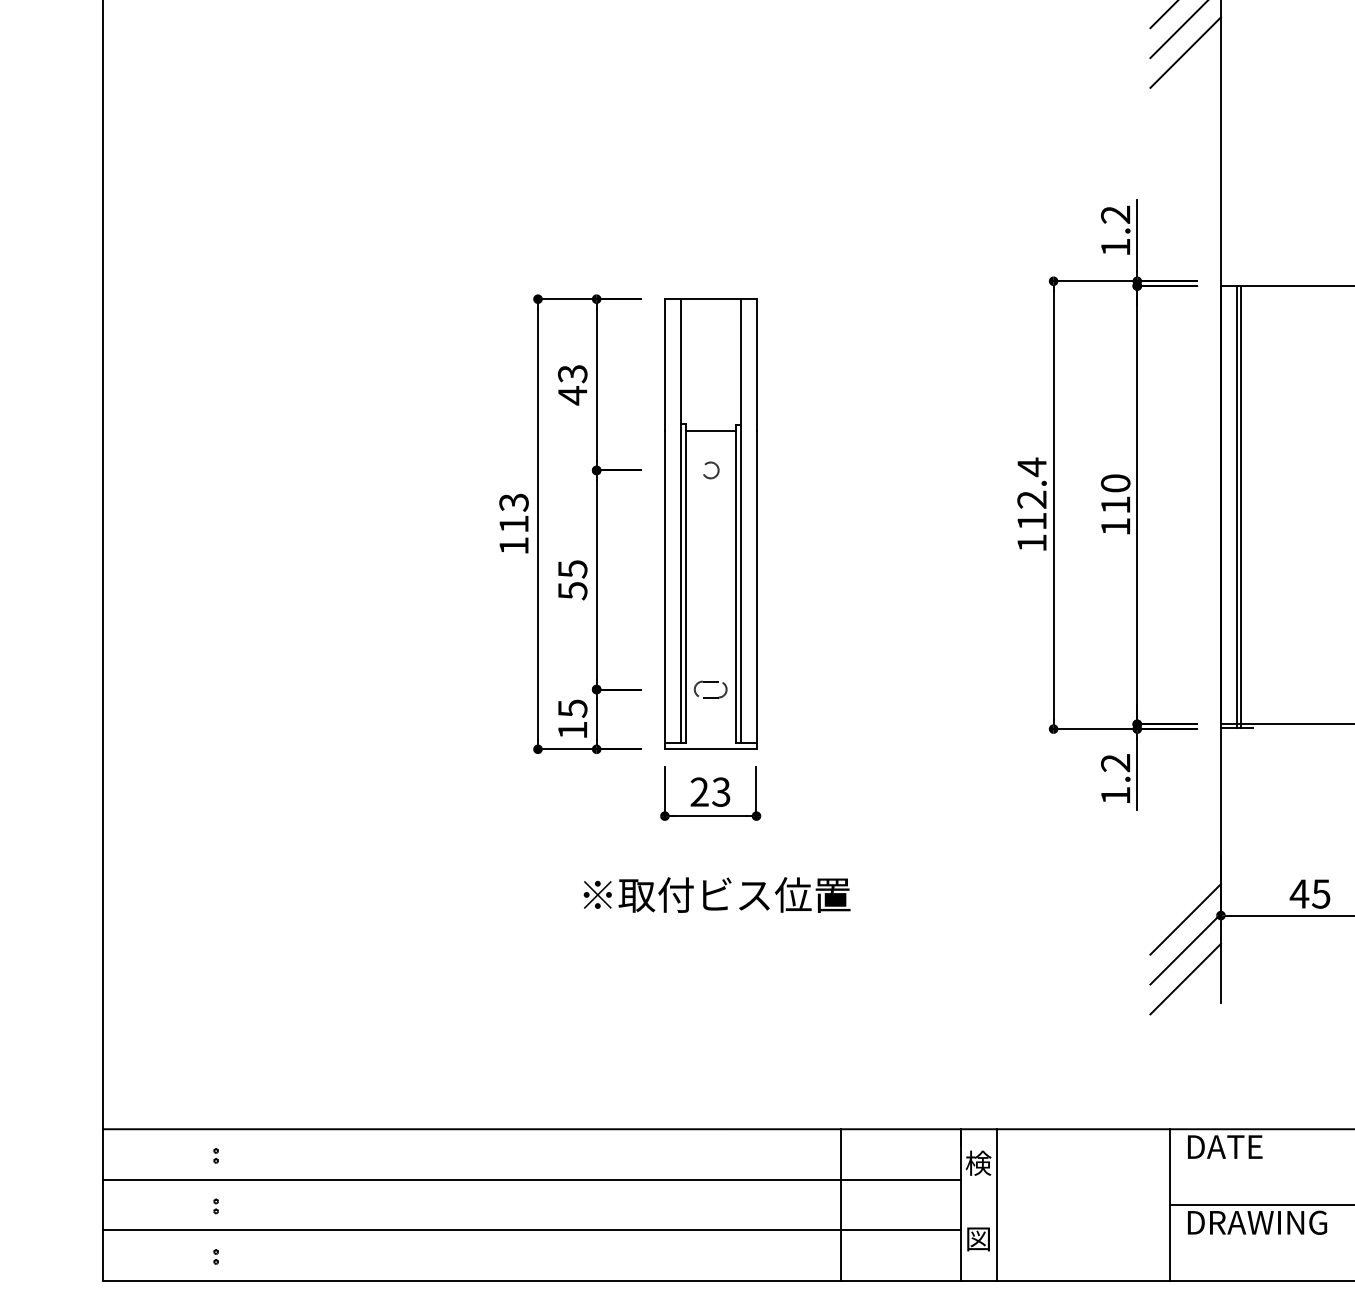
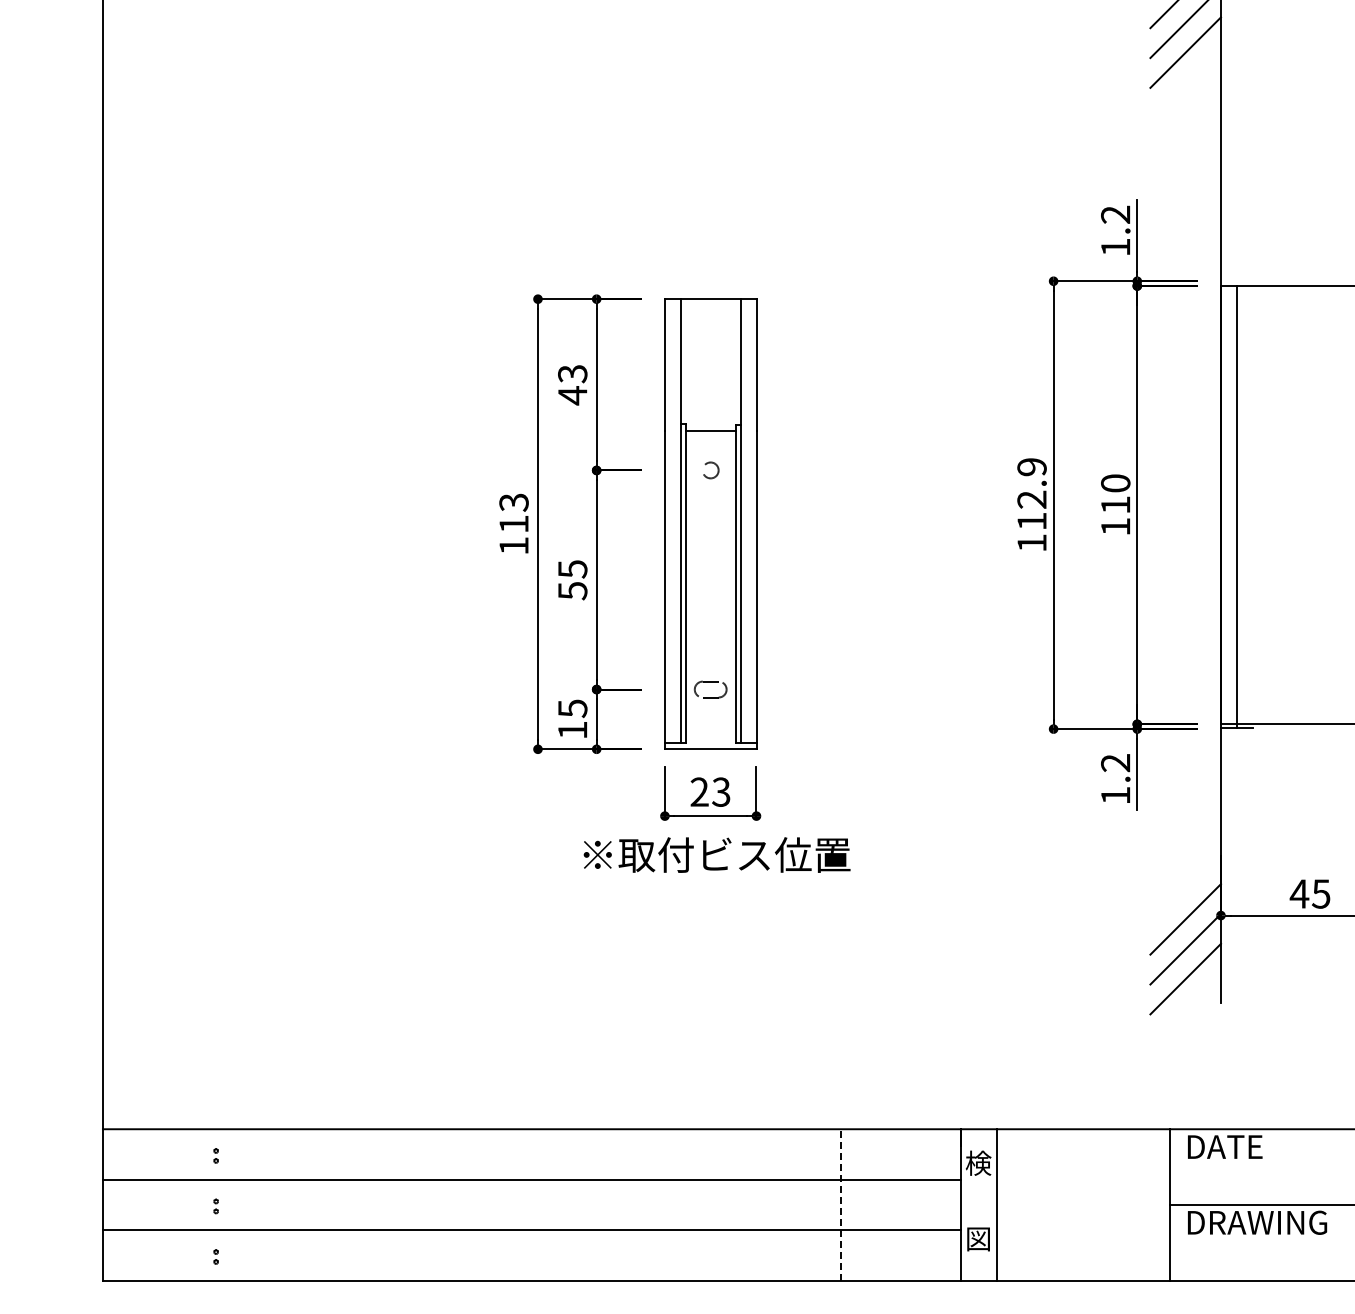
text at (1031, 467): 112.4 -> 112.9
line at (1240, 507): present -> none
text at (716, 894) position: (716, 894) -> (716, 854)
line at (841, 1205): solid -> dashed
